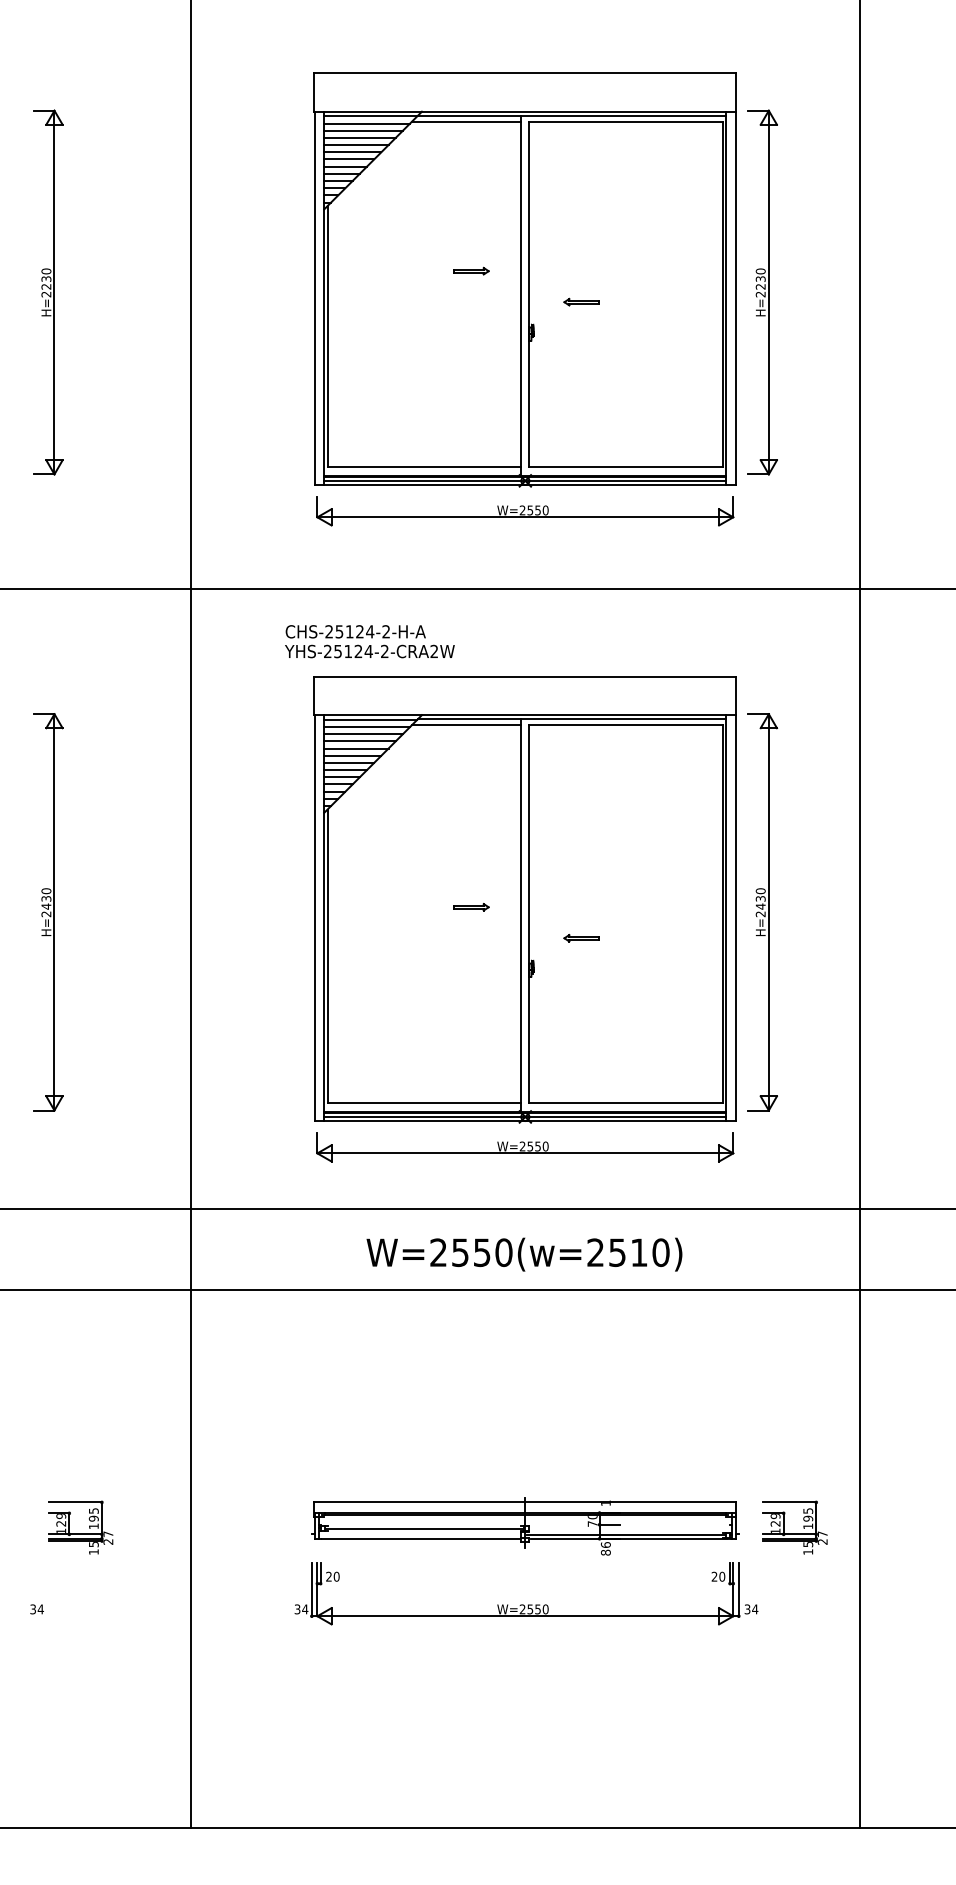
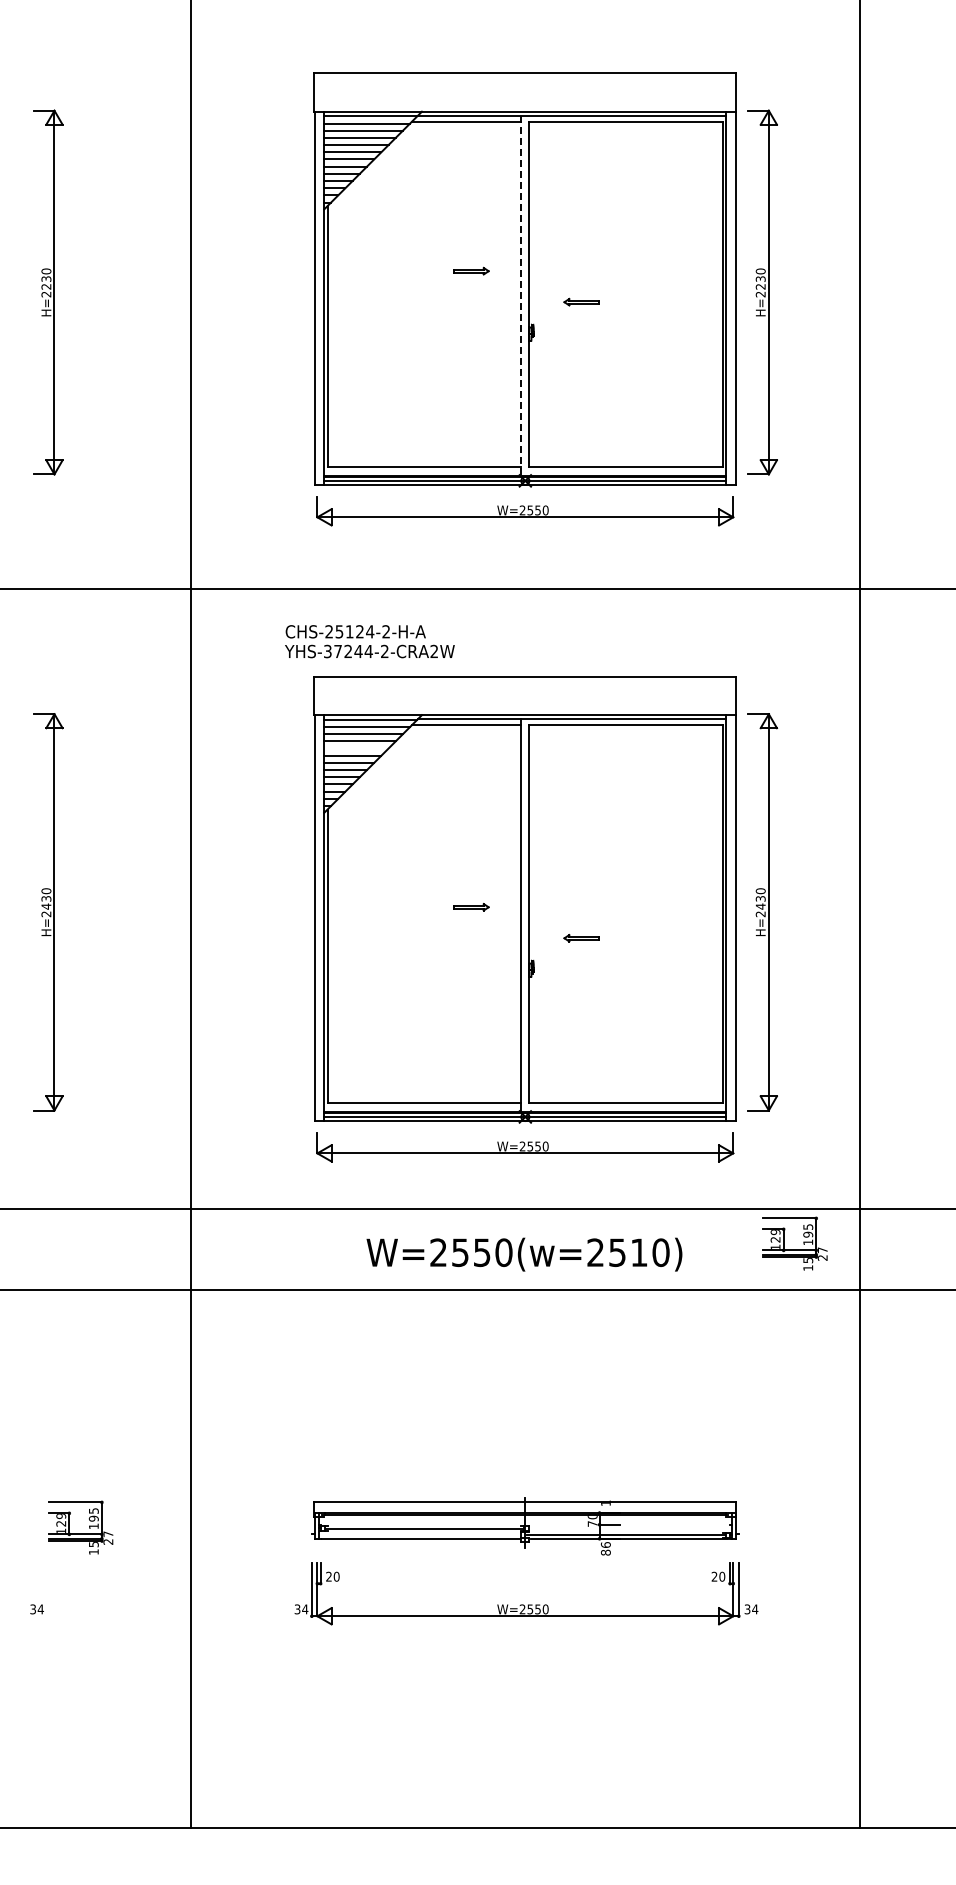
line at (521, 295): solid -> dashed
text at (343, 651): YHS-25124-2-CRA2W -> YHS-37244-2-CRA2W
line at (356, 748): present -> none
part at (794, 1527) position: (794, 1527) -> (794, 1243)
